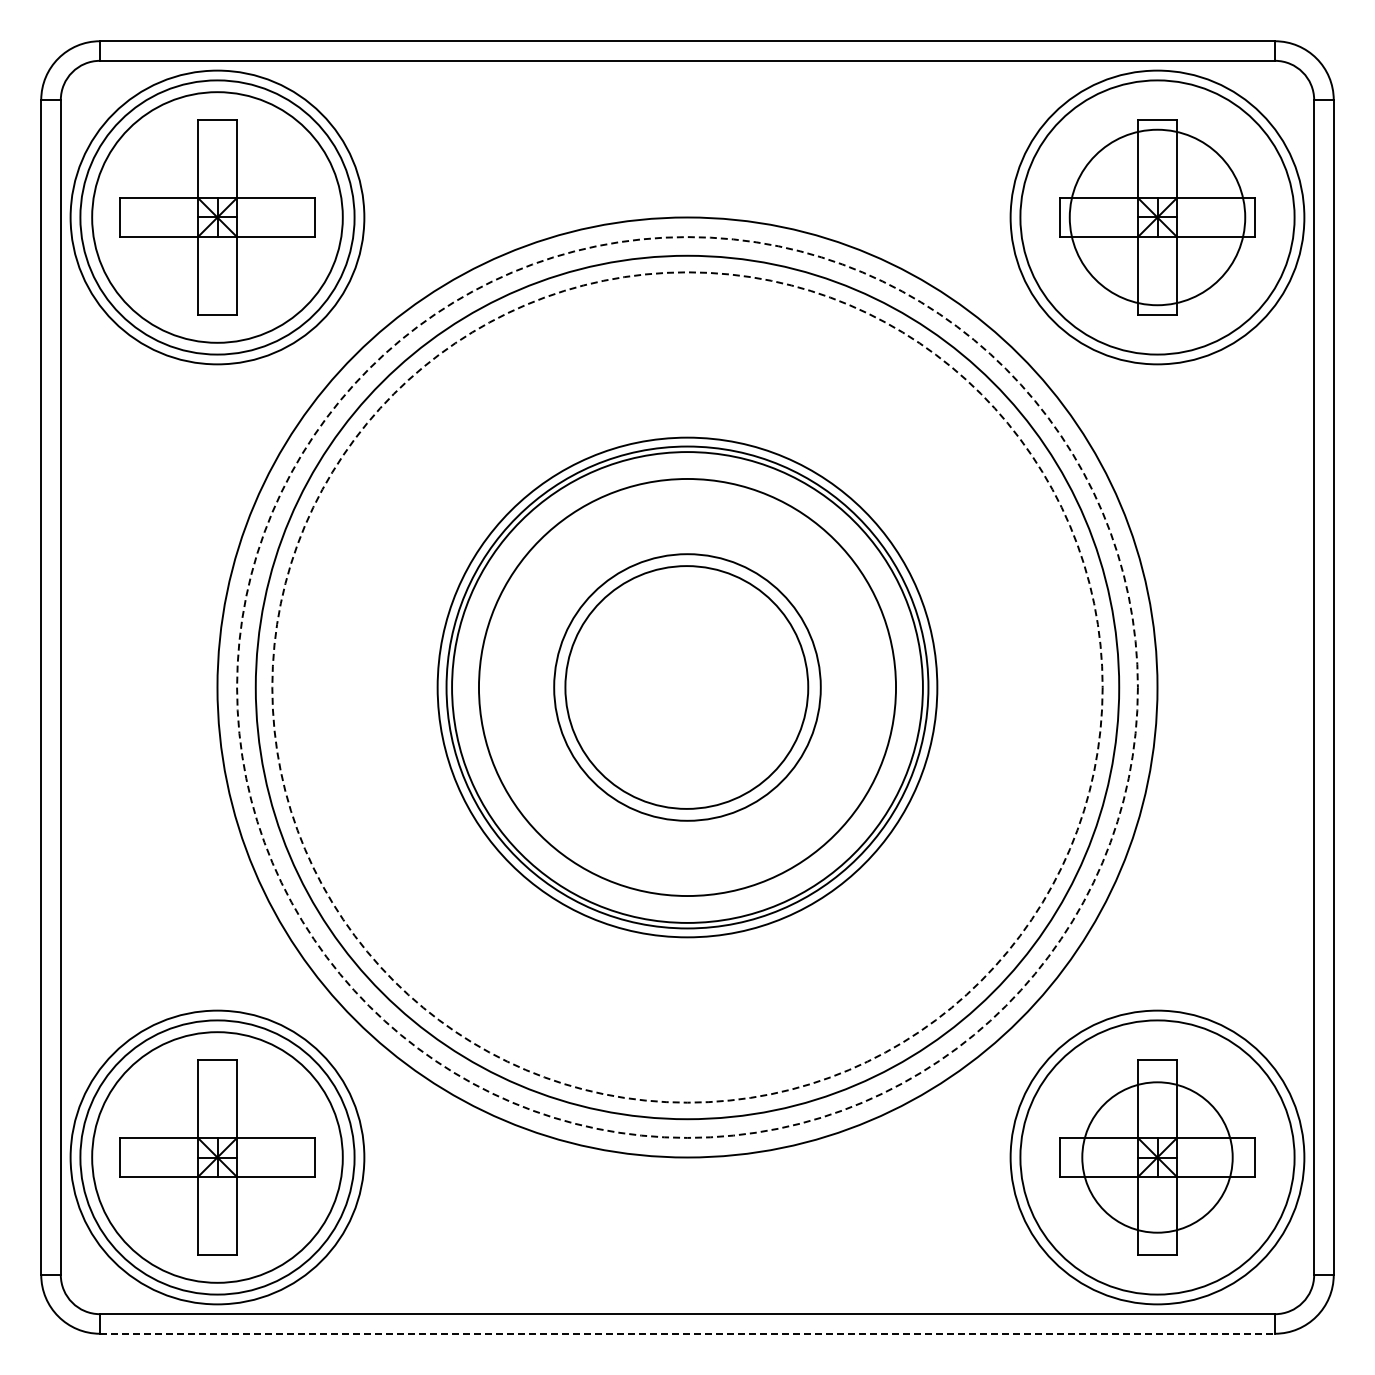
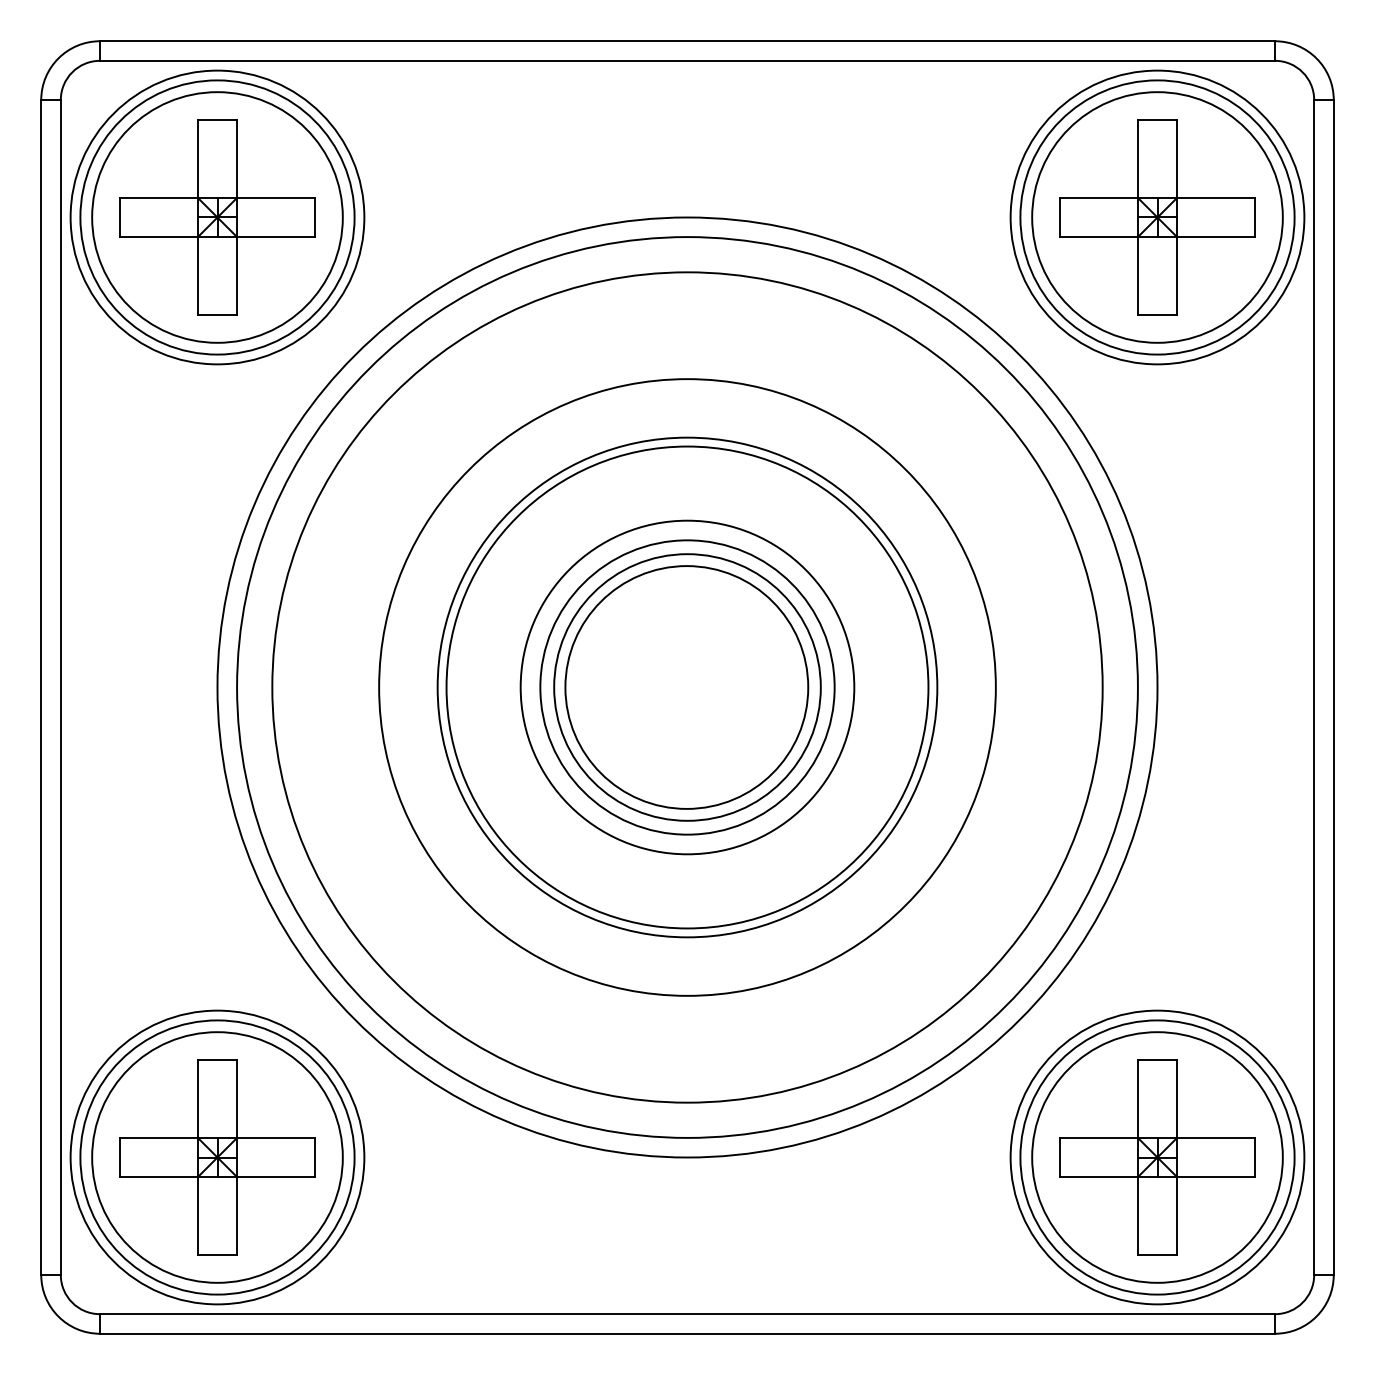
circle at (1157, 217) diameter: 175 px -> 251 px
circle at (687, 687) diameter: 417 px -> 334 px
circle at (687, 687) diameter: 471 px -> 294 px
circle at (687, 687) diameter: 863 px -> 617 px
circle at (687, 687): dashed -> solid
circle at (687, 687): dashed -> solid
circle at (1157, 1157) diameter: 150 px -> 251 px
line at (687, 1333): dashed -> solid
